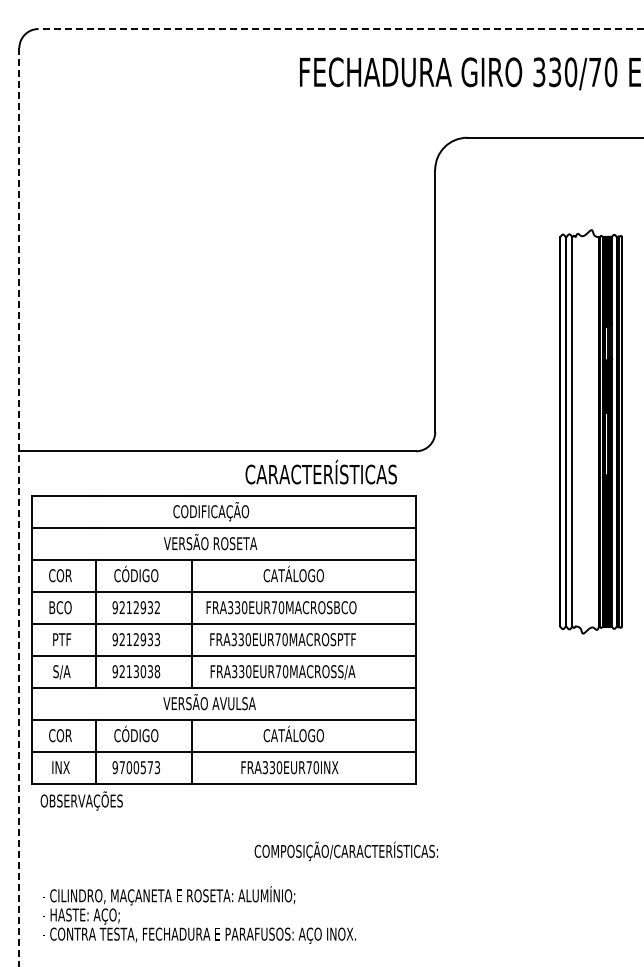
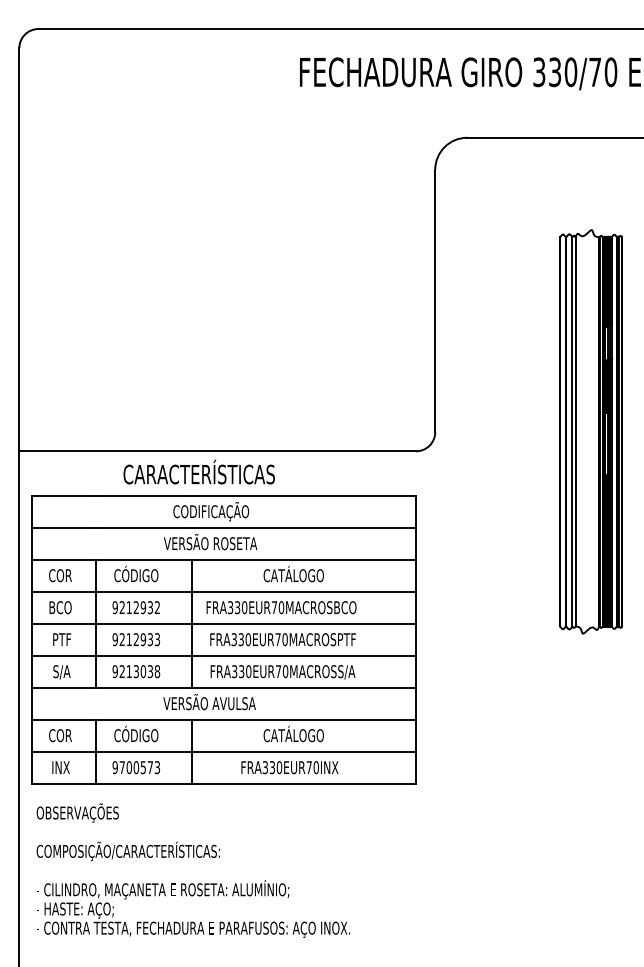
line at (340, 29): dashed -> solid
line at (575, 431): none -> present
text at (320, 471) position: (320, 471) -> (198, 471)
line at (19, 506): dashed -> solid
text at (81, 800) position: (81, 800) -> (77, 812)
text at (345, 851) position: (345, 851) -> (127, 851)
text at (199, 914) position: (199, 914) -> (193, 908)
